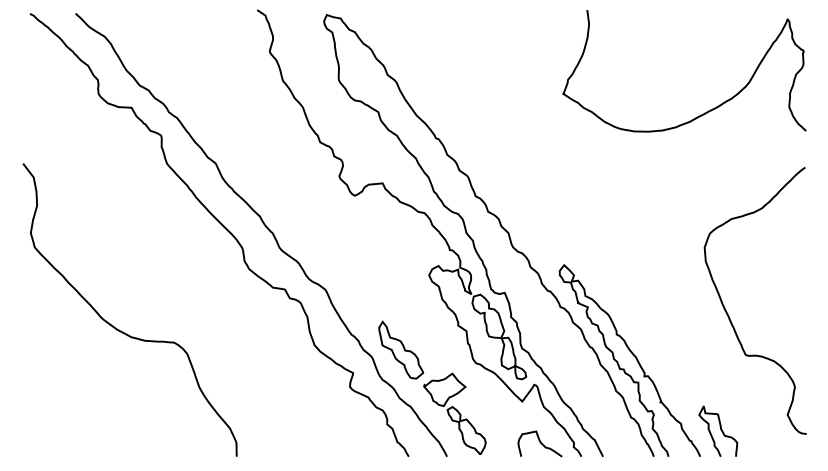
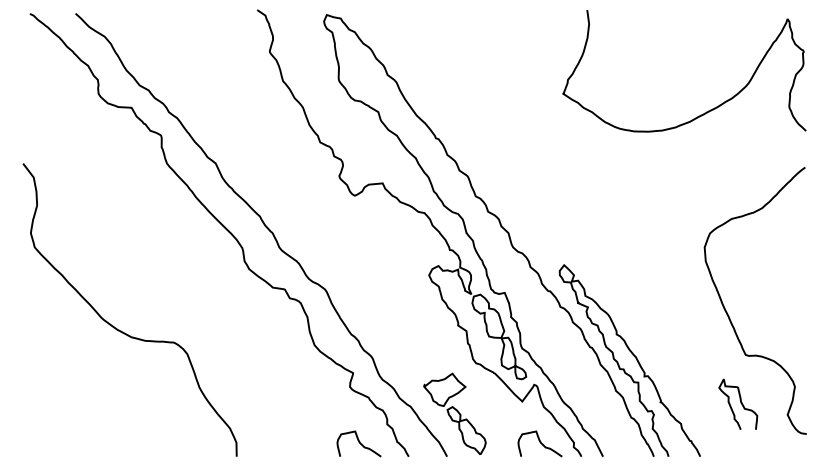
part at (401, 349): present -> none
curve at (720, 430) position: (720, 430) -> (740, 403)
curve at (358, 442): none -> present
